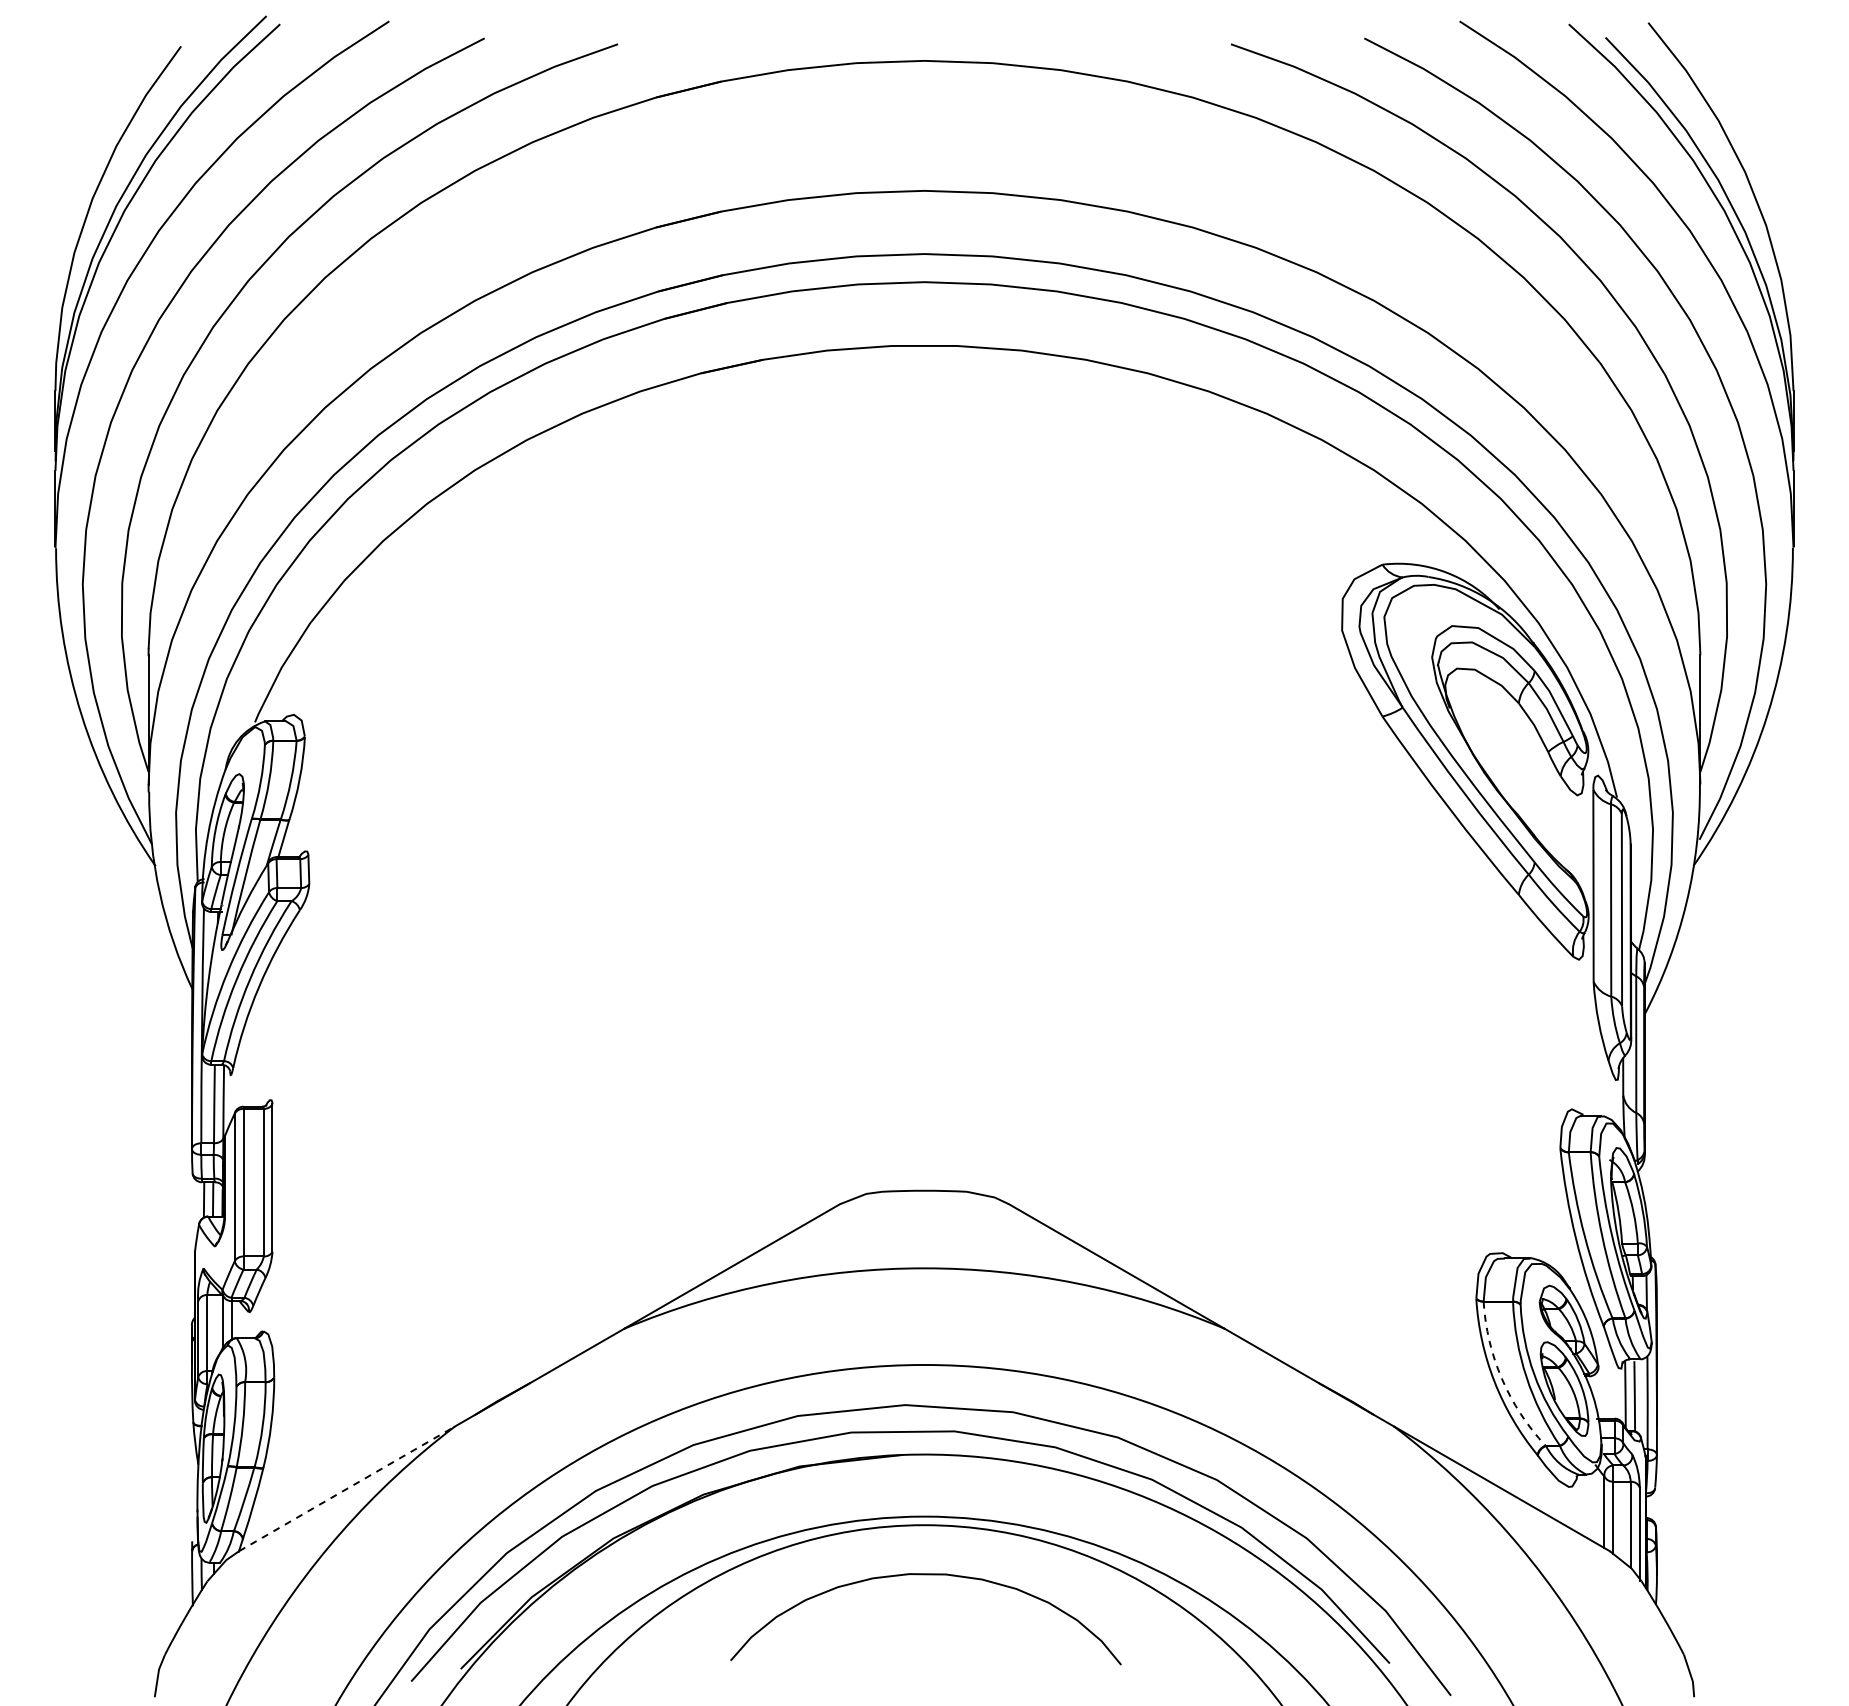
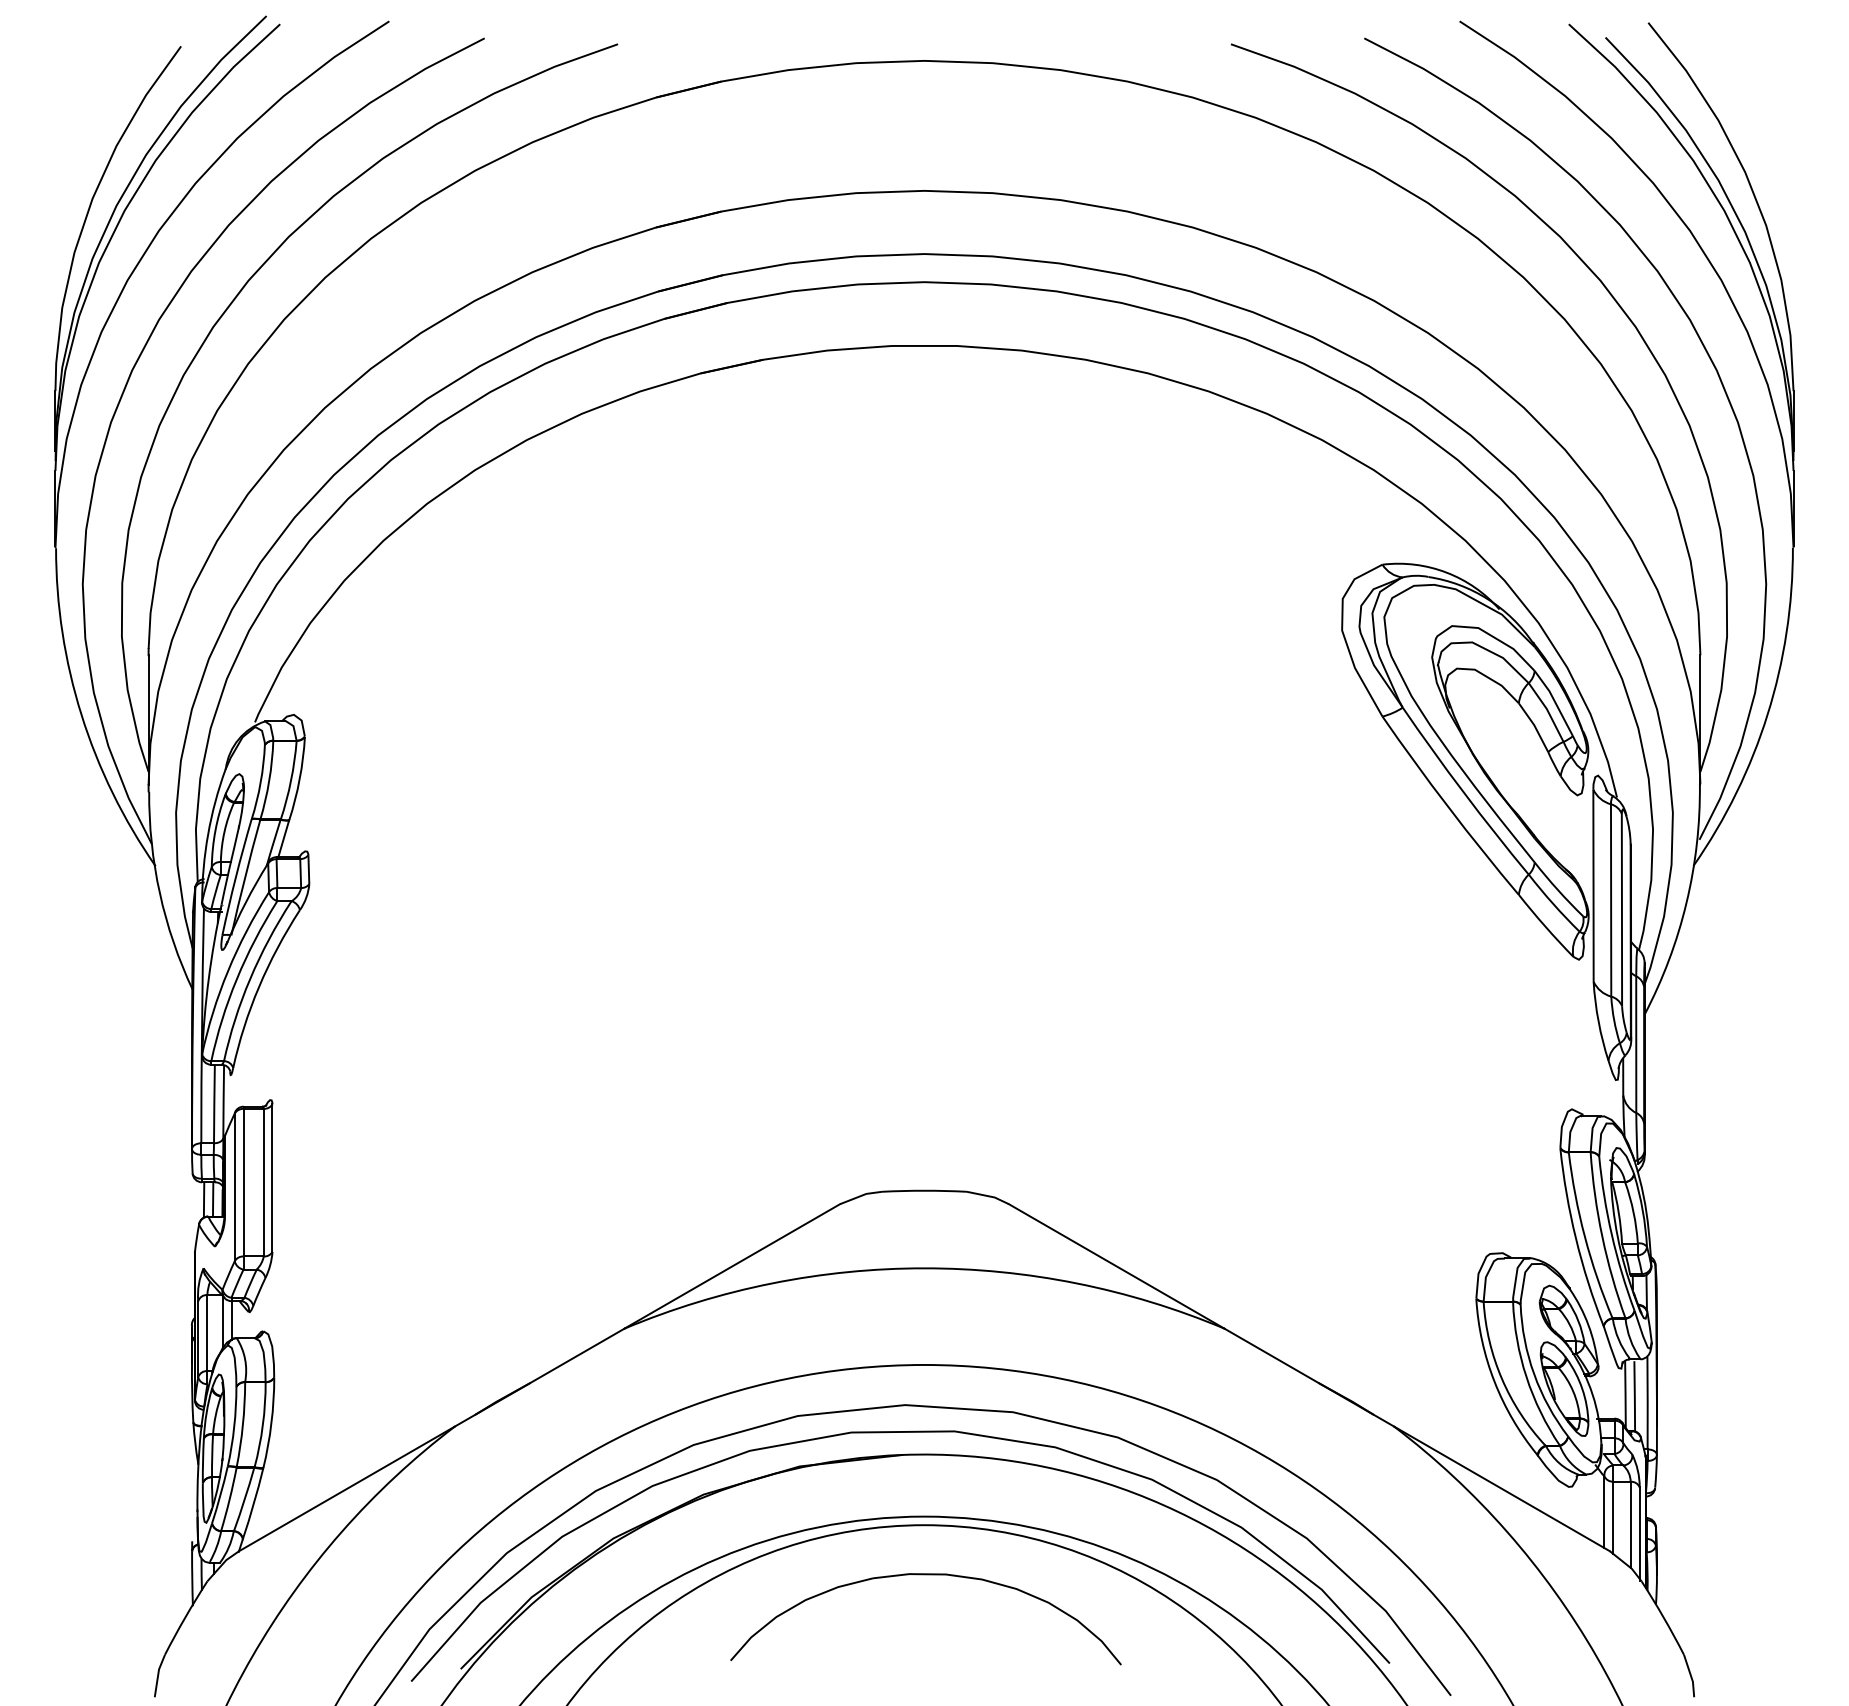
arc at (1502, 1379): dashed -> solid
line at (346, 1488): dashed -> solid
